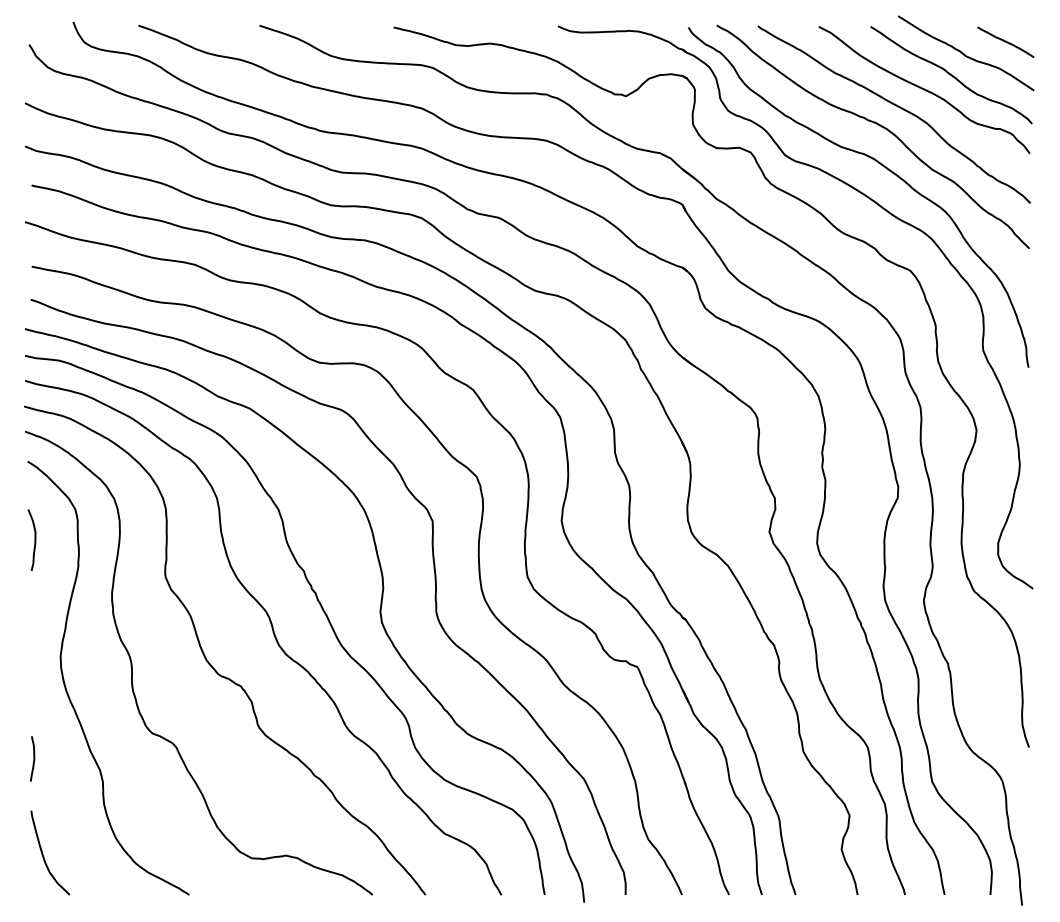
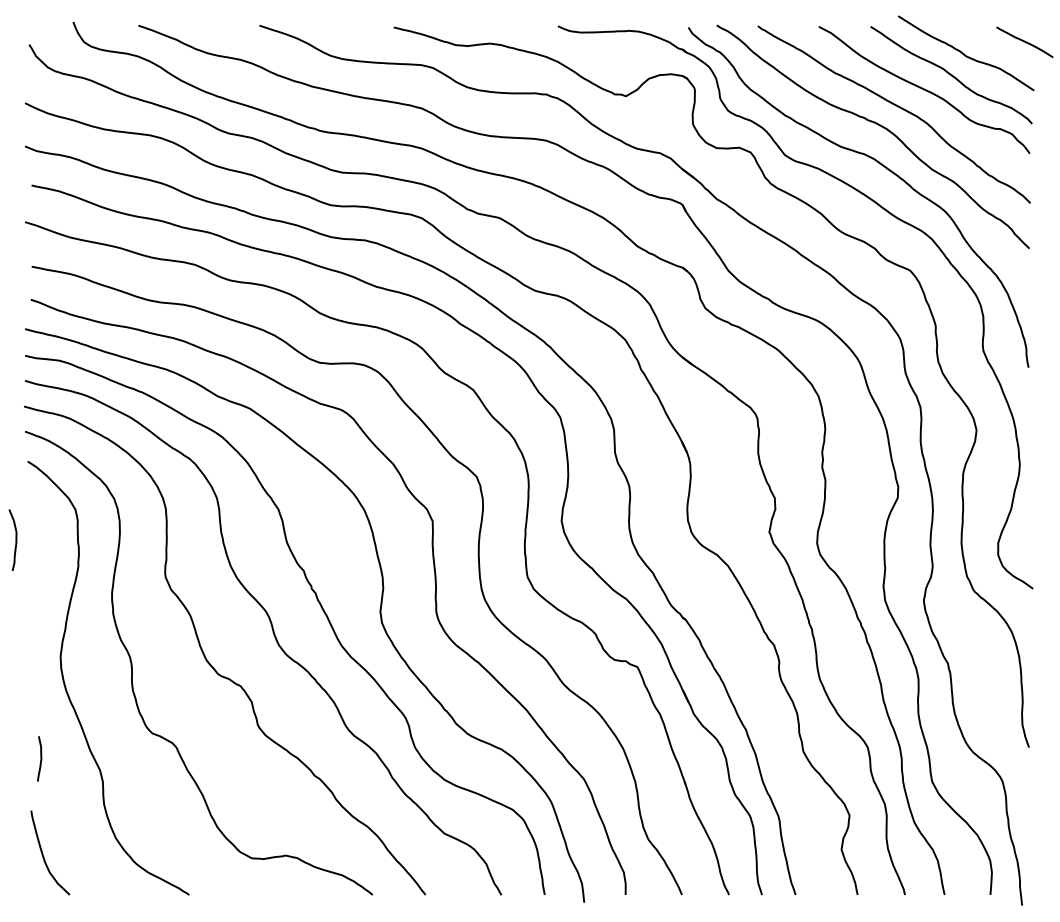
curve at (1005, 42) position: (1005, 42) -> (1024, 42)
curve at (34, 539) position: (34, 539) -> (15, 539)
curve at (33, 758) position: (33, 758) -> (40, 758)
